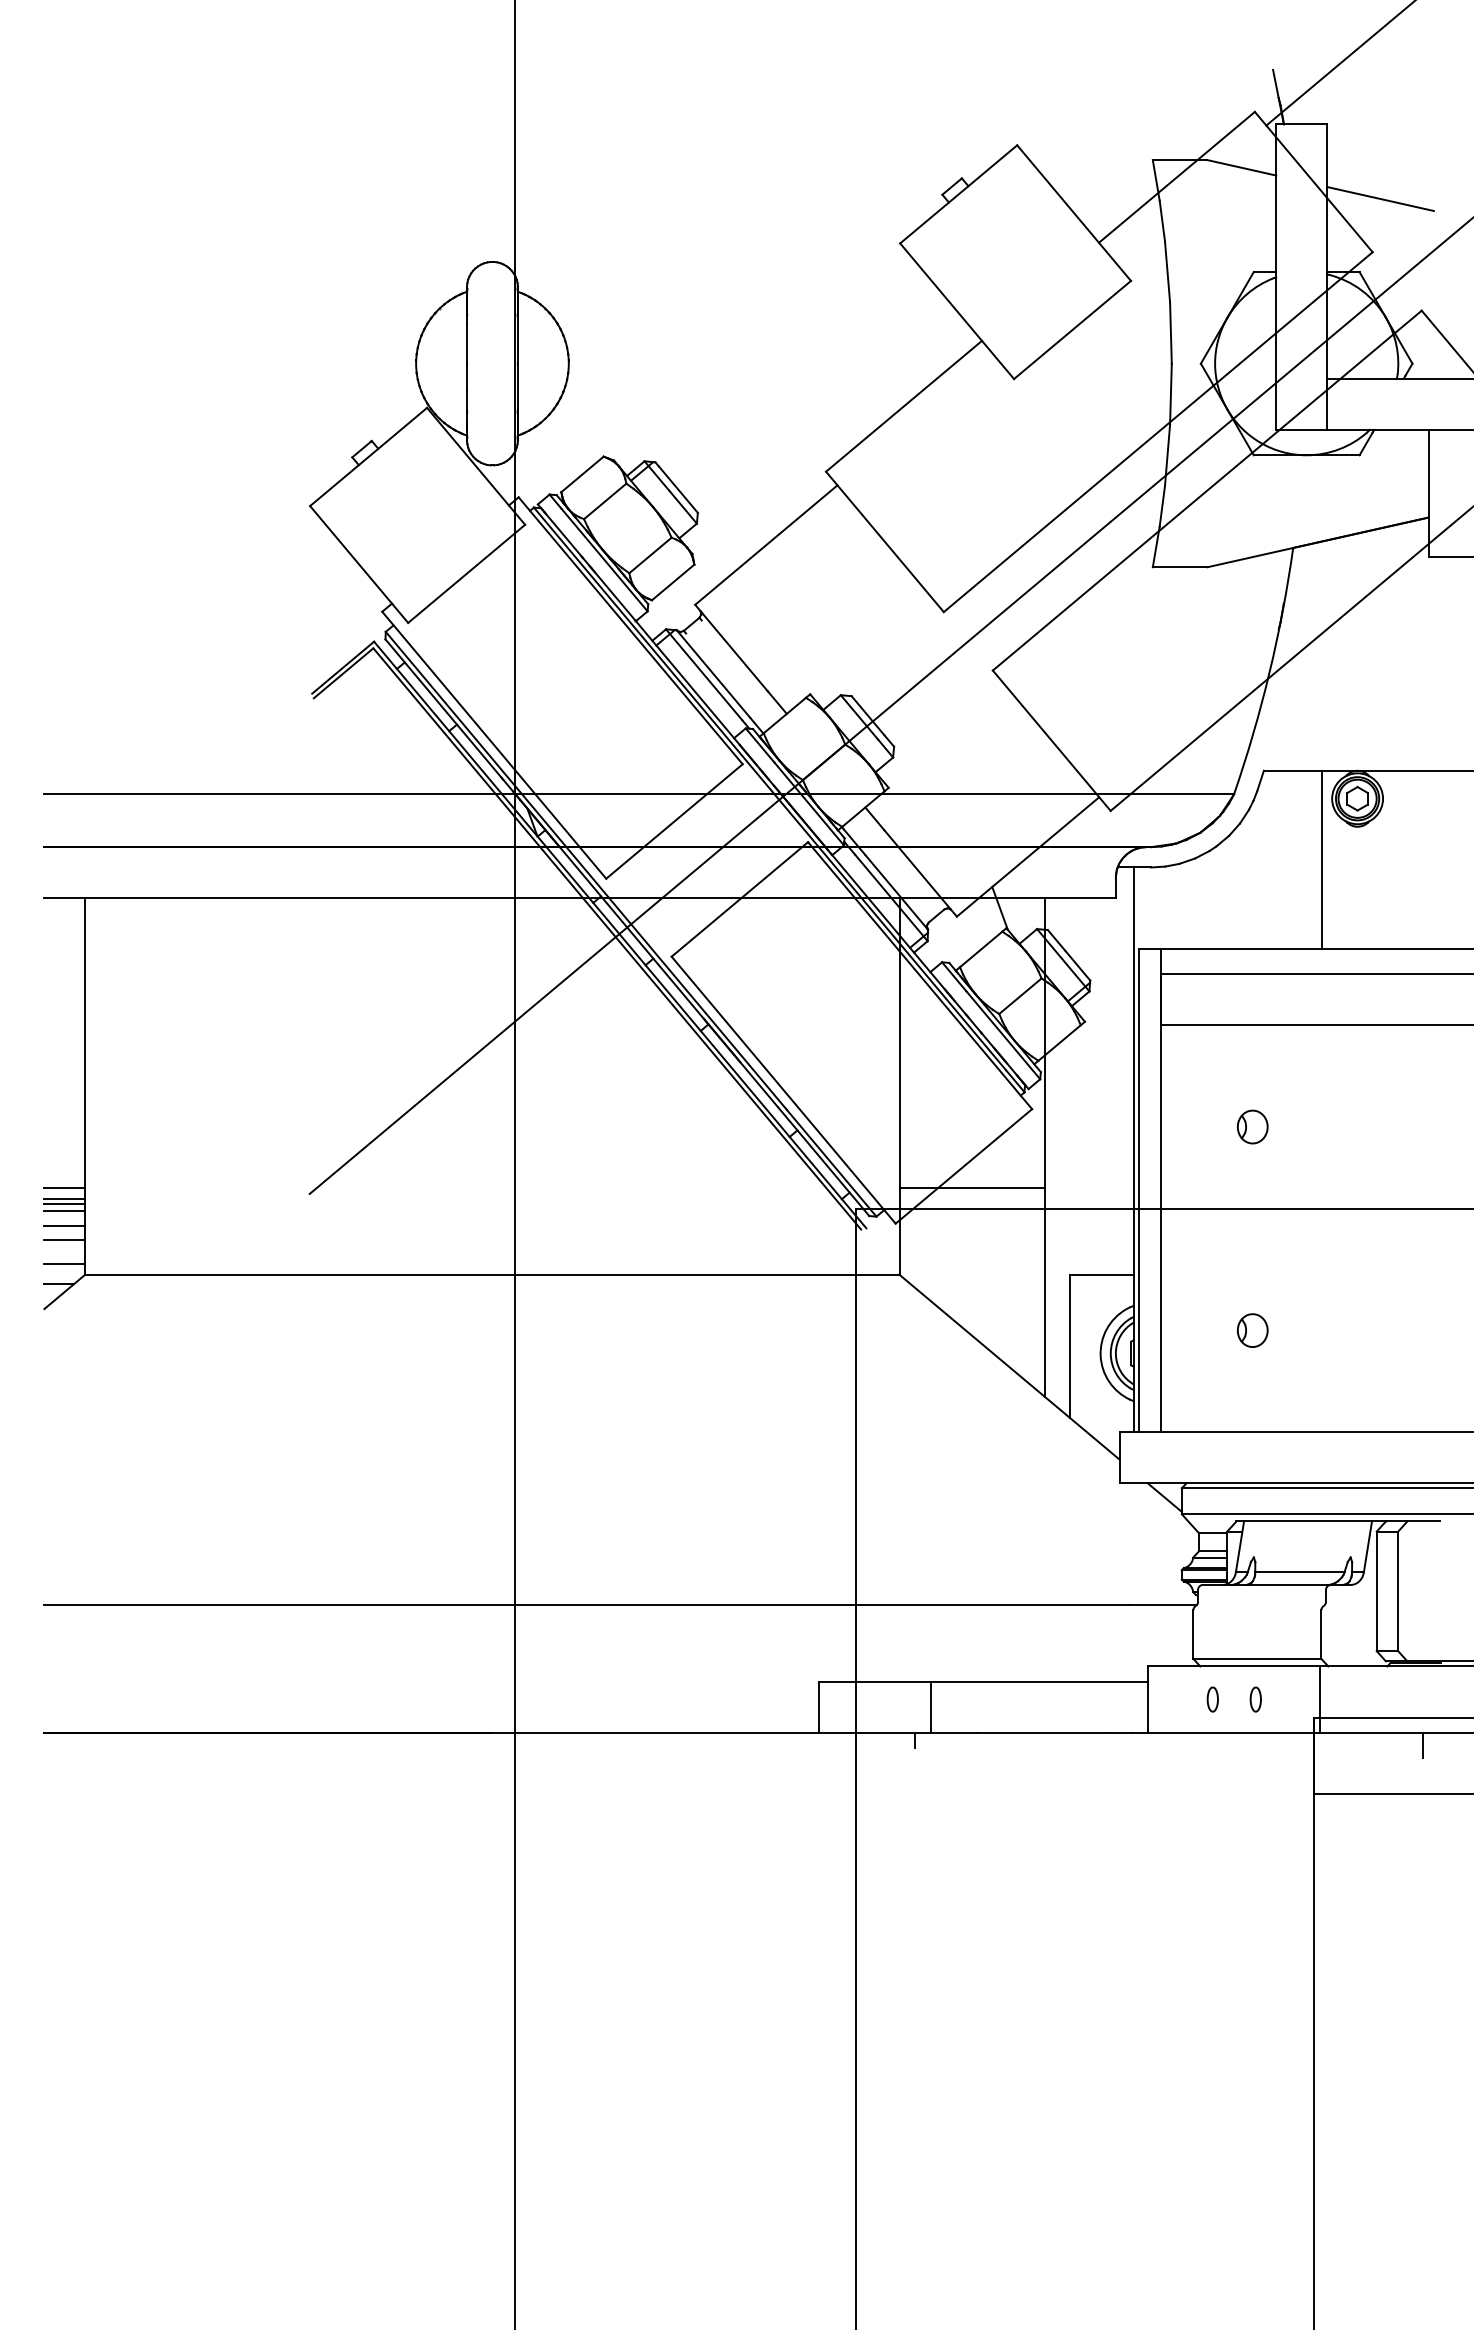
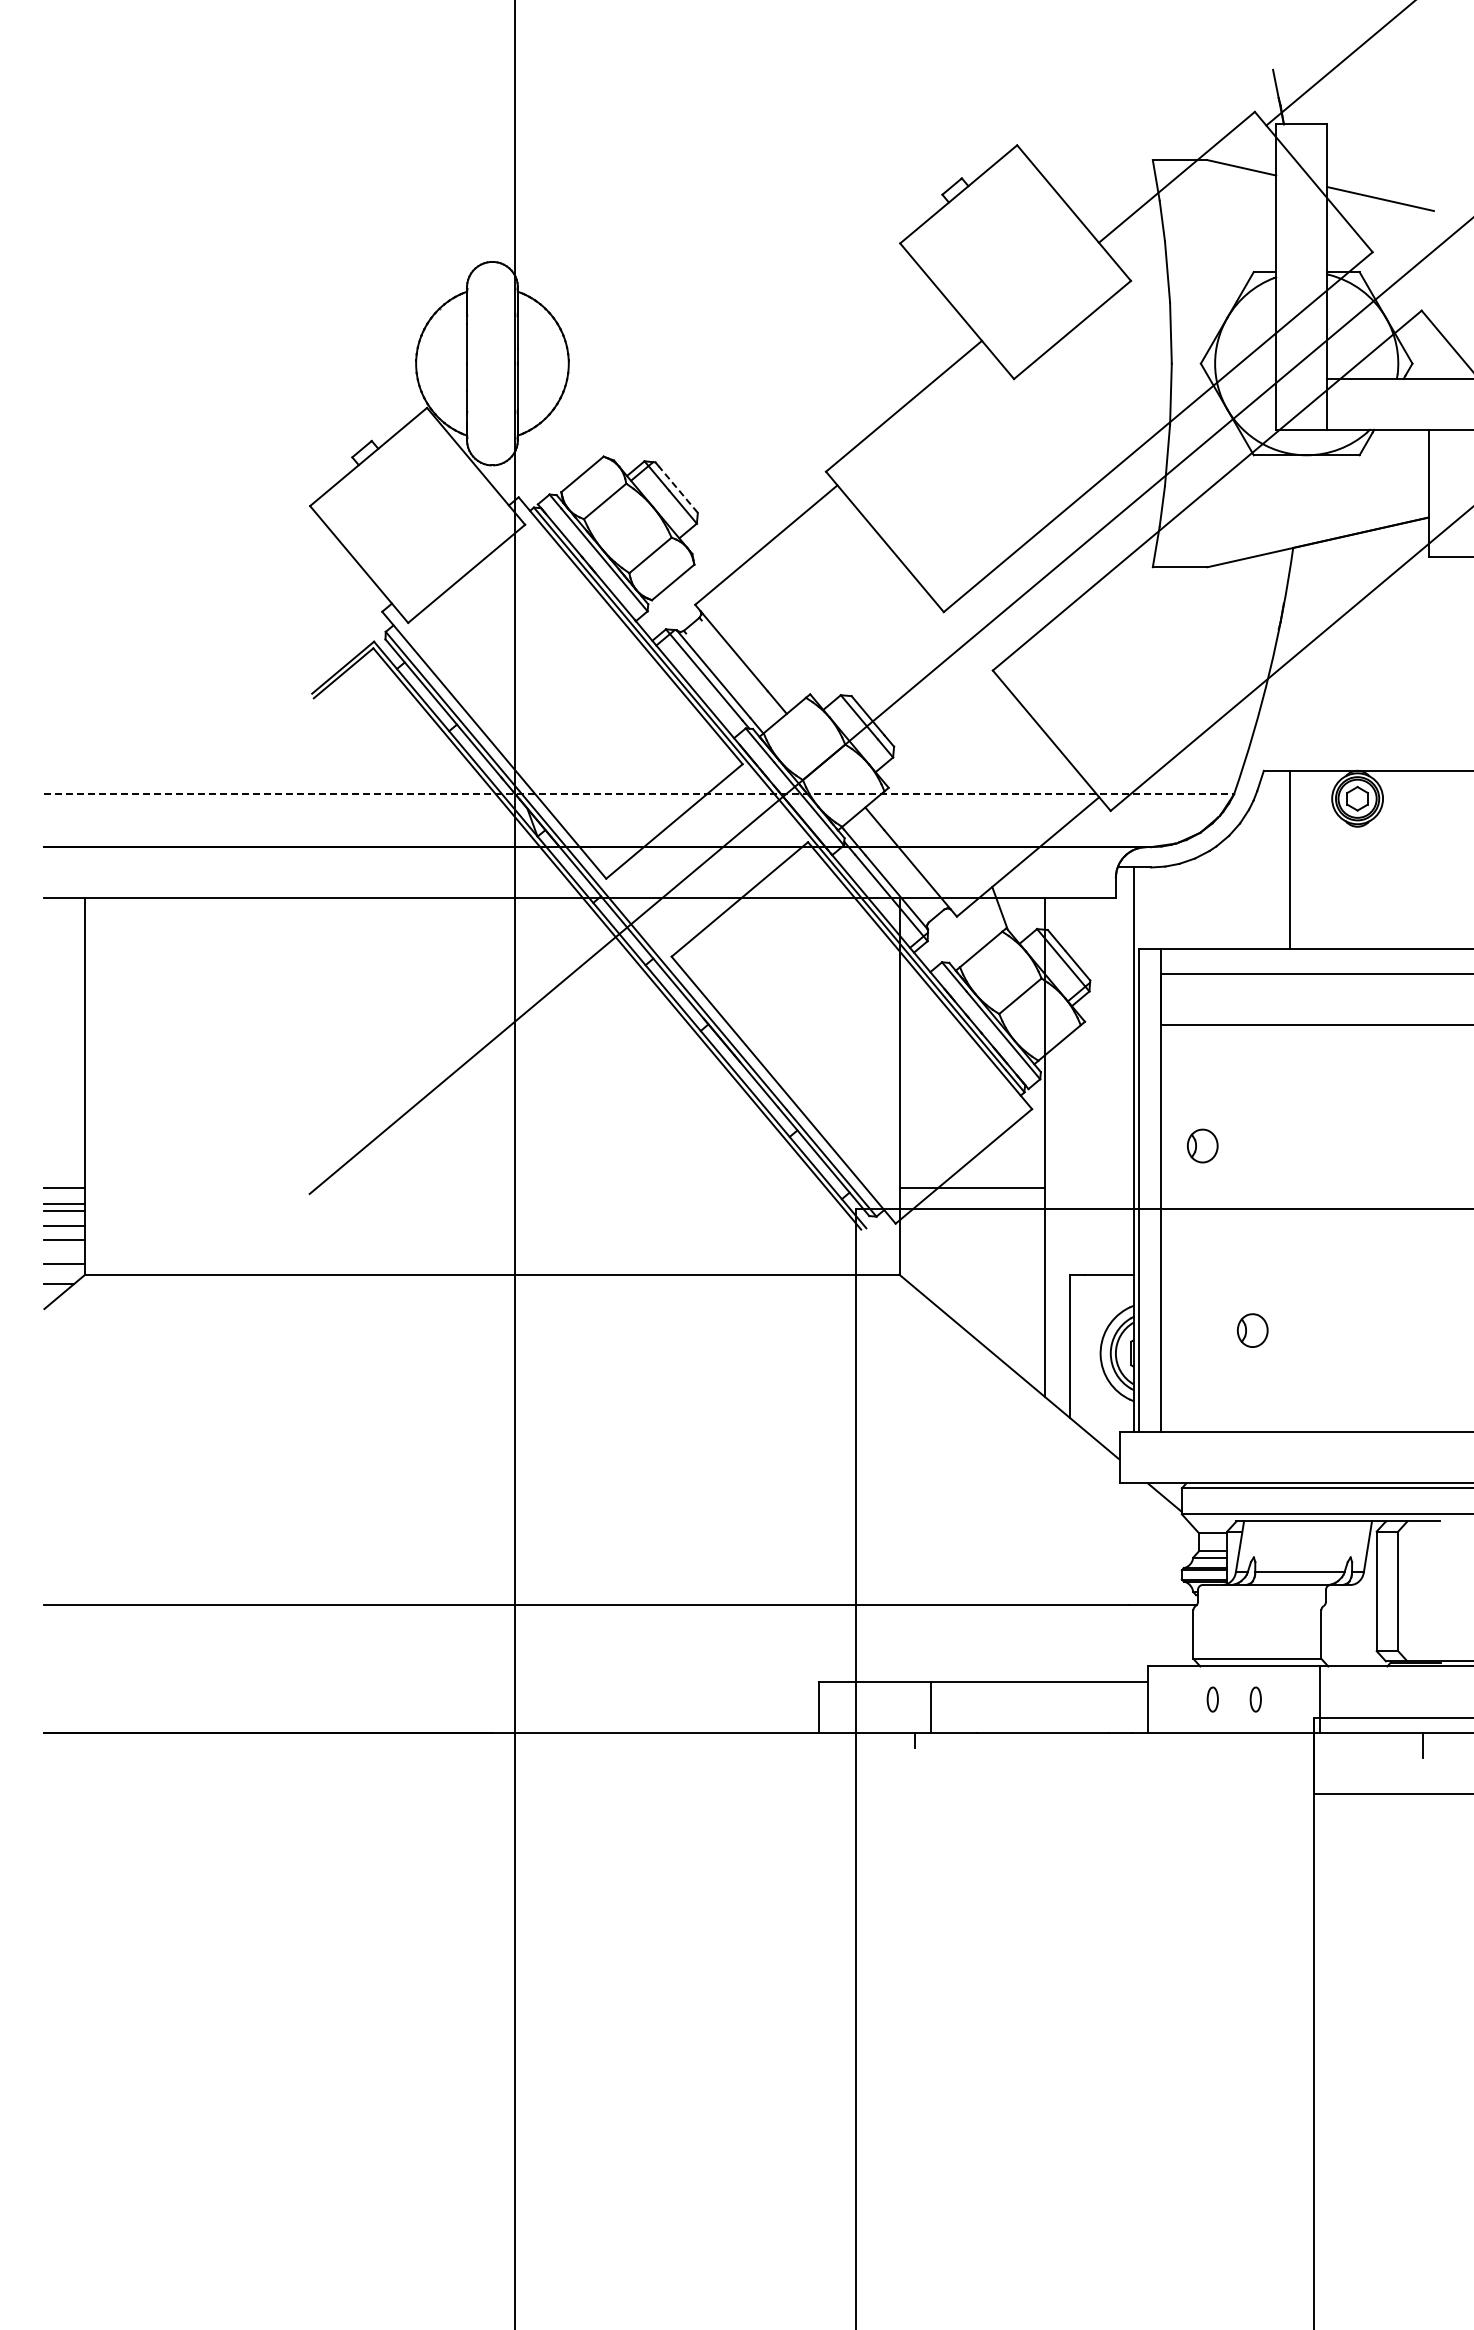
line at (678, 489): solid -> dashed
line at (639, 794): solid -> dashed
line at (1321, 859) position: (1321, 859) -> (1289, 859)
part at (1252, 1126) position: (1252, 1126) -> (1202, 1145)
line at (64, 1198): present -> none
